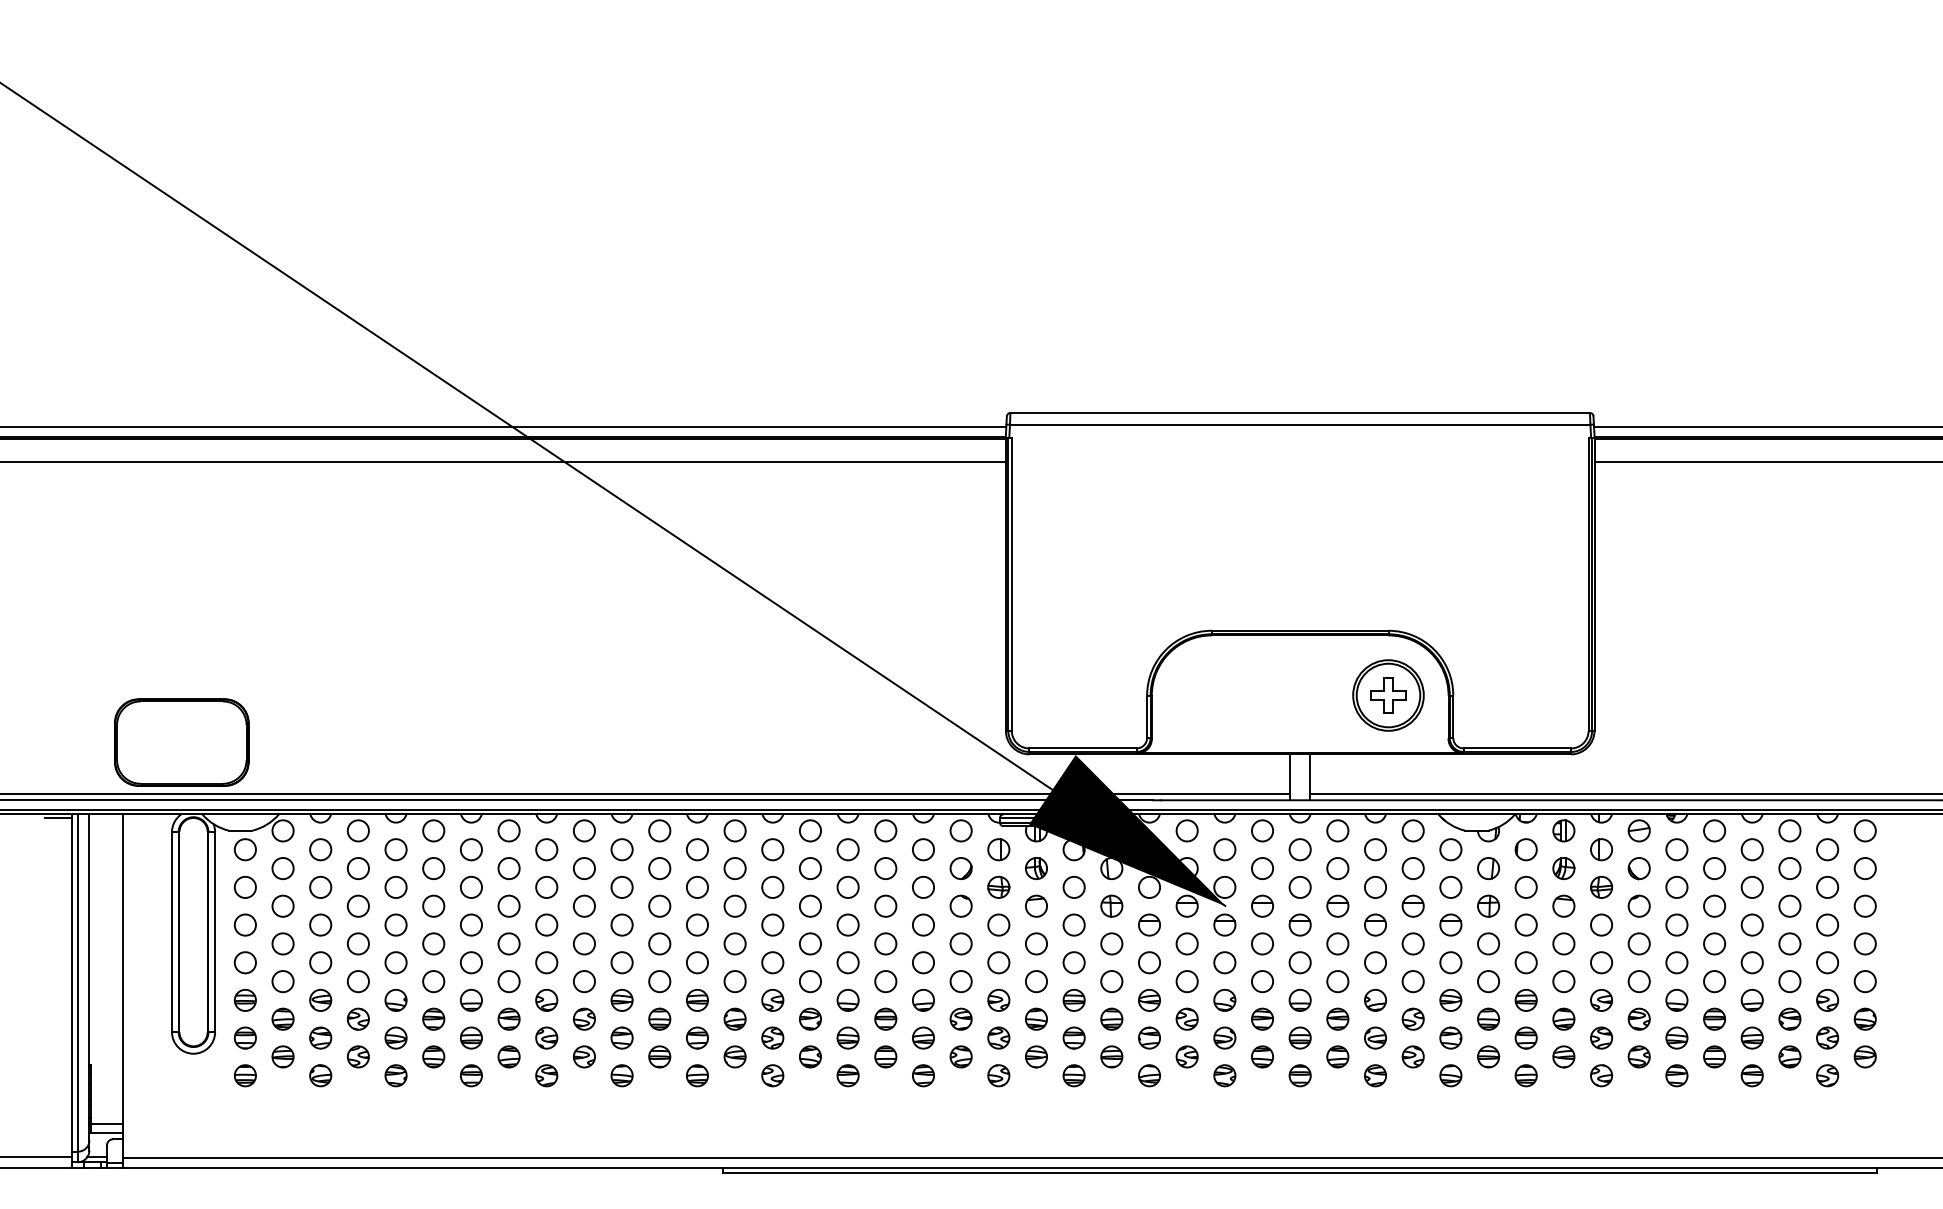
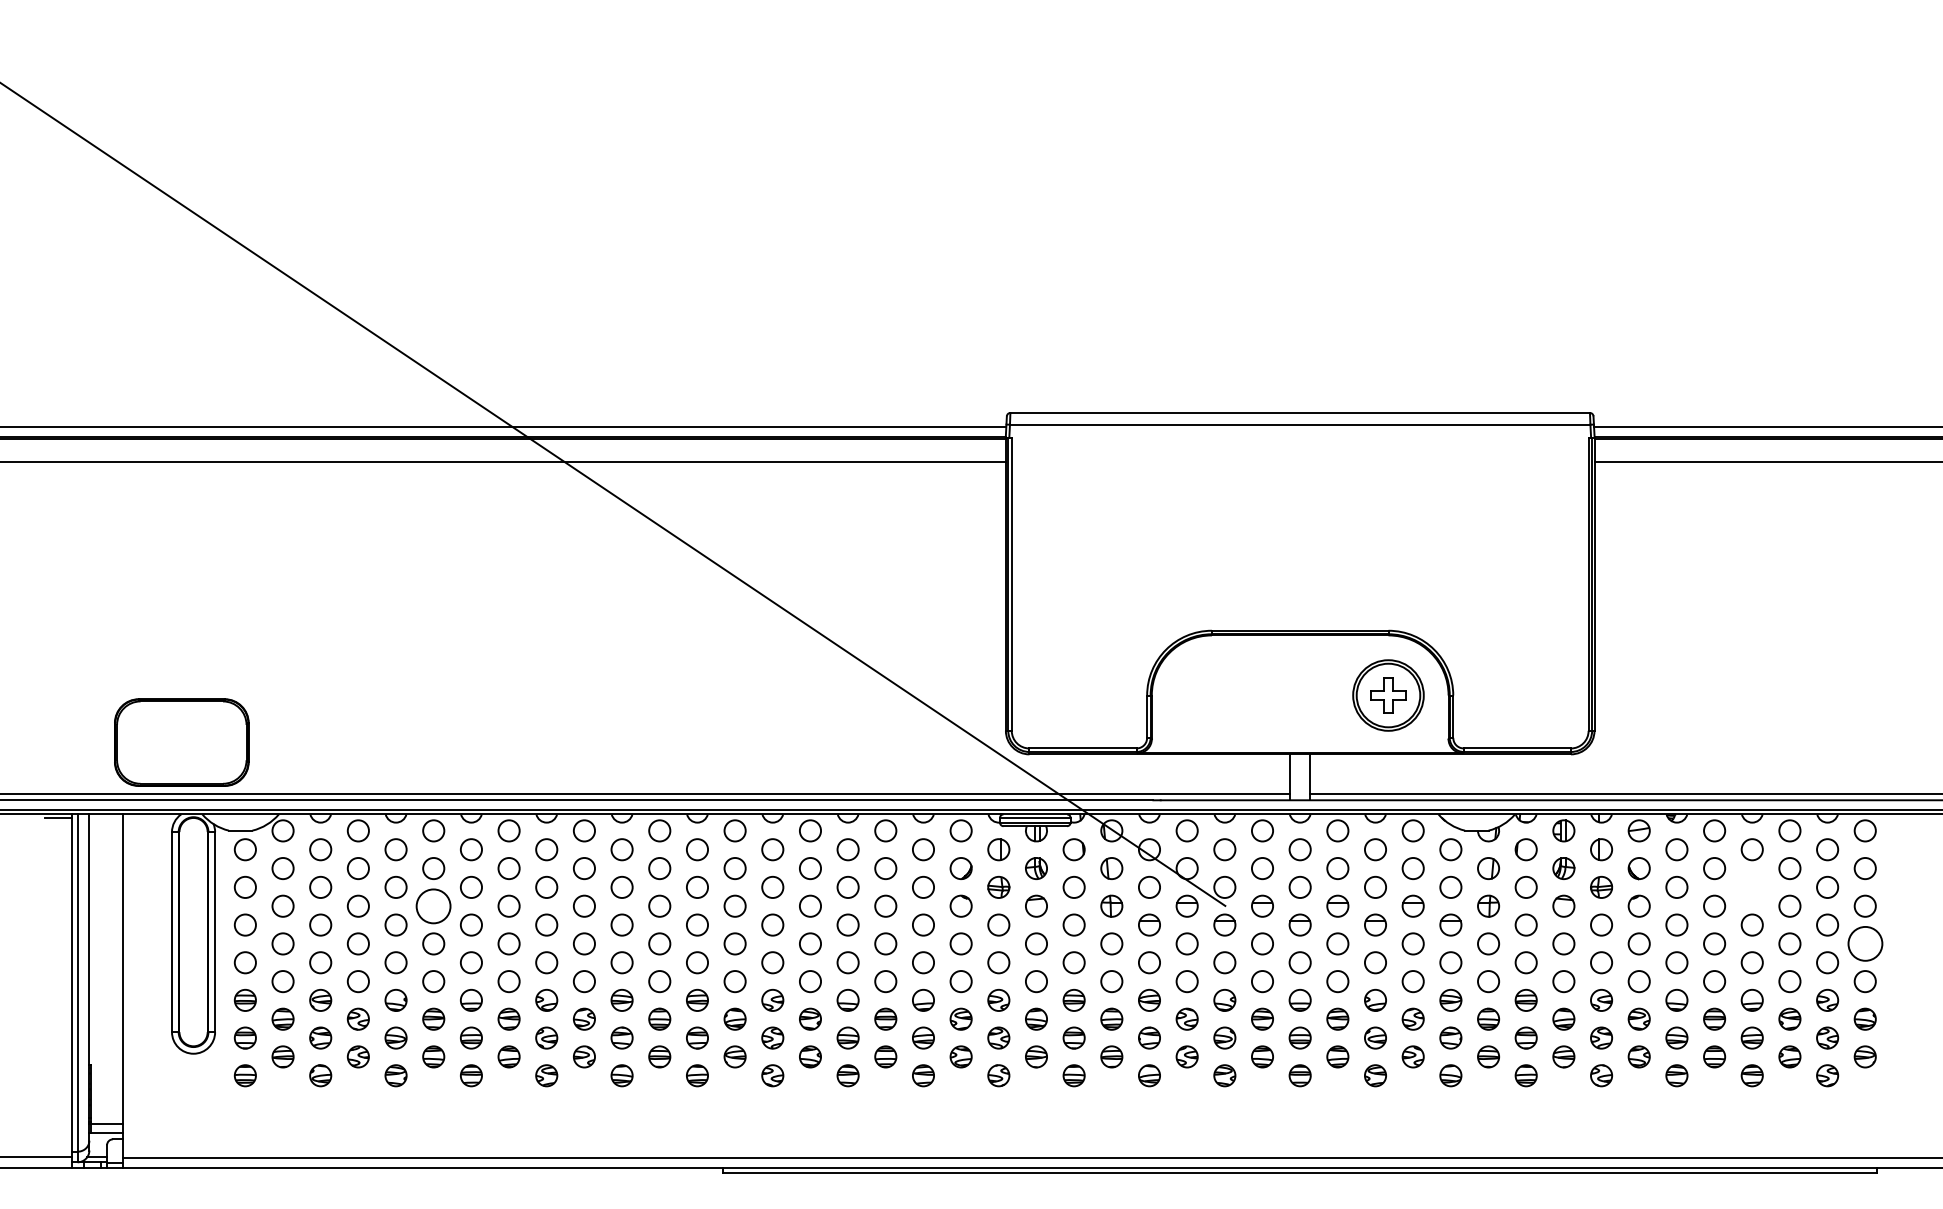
fill at (1127, 830): present -> none
circle at (1751, 886): present -> none
circle at (433, 905) size: 24x24 px -> 37x37 px
circle at (1864, 943) size: 24x24 px -> 37x36 px
